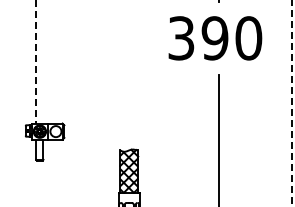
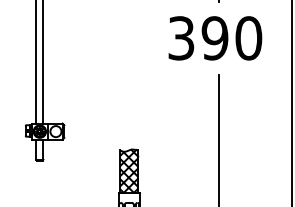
line at (36, 61): dashed -> solid
line at (43, 62): none -> present
line at (292, 103): dashed -> solid
